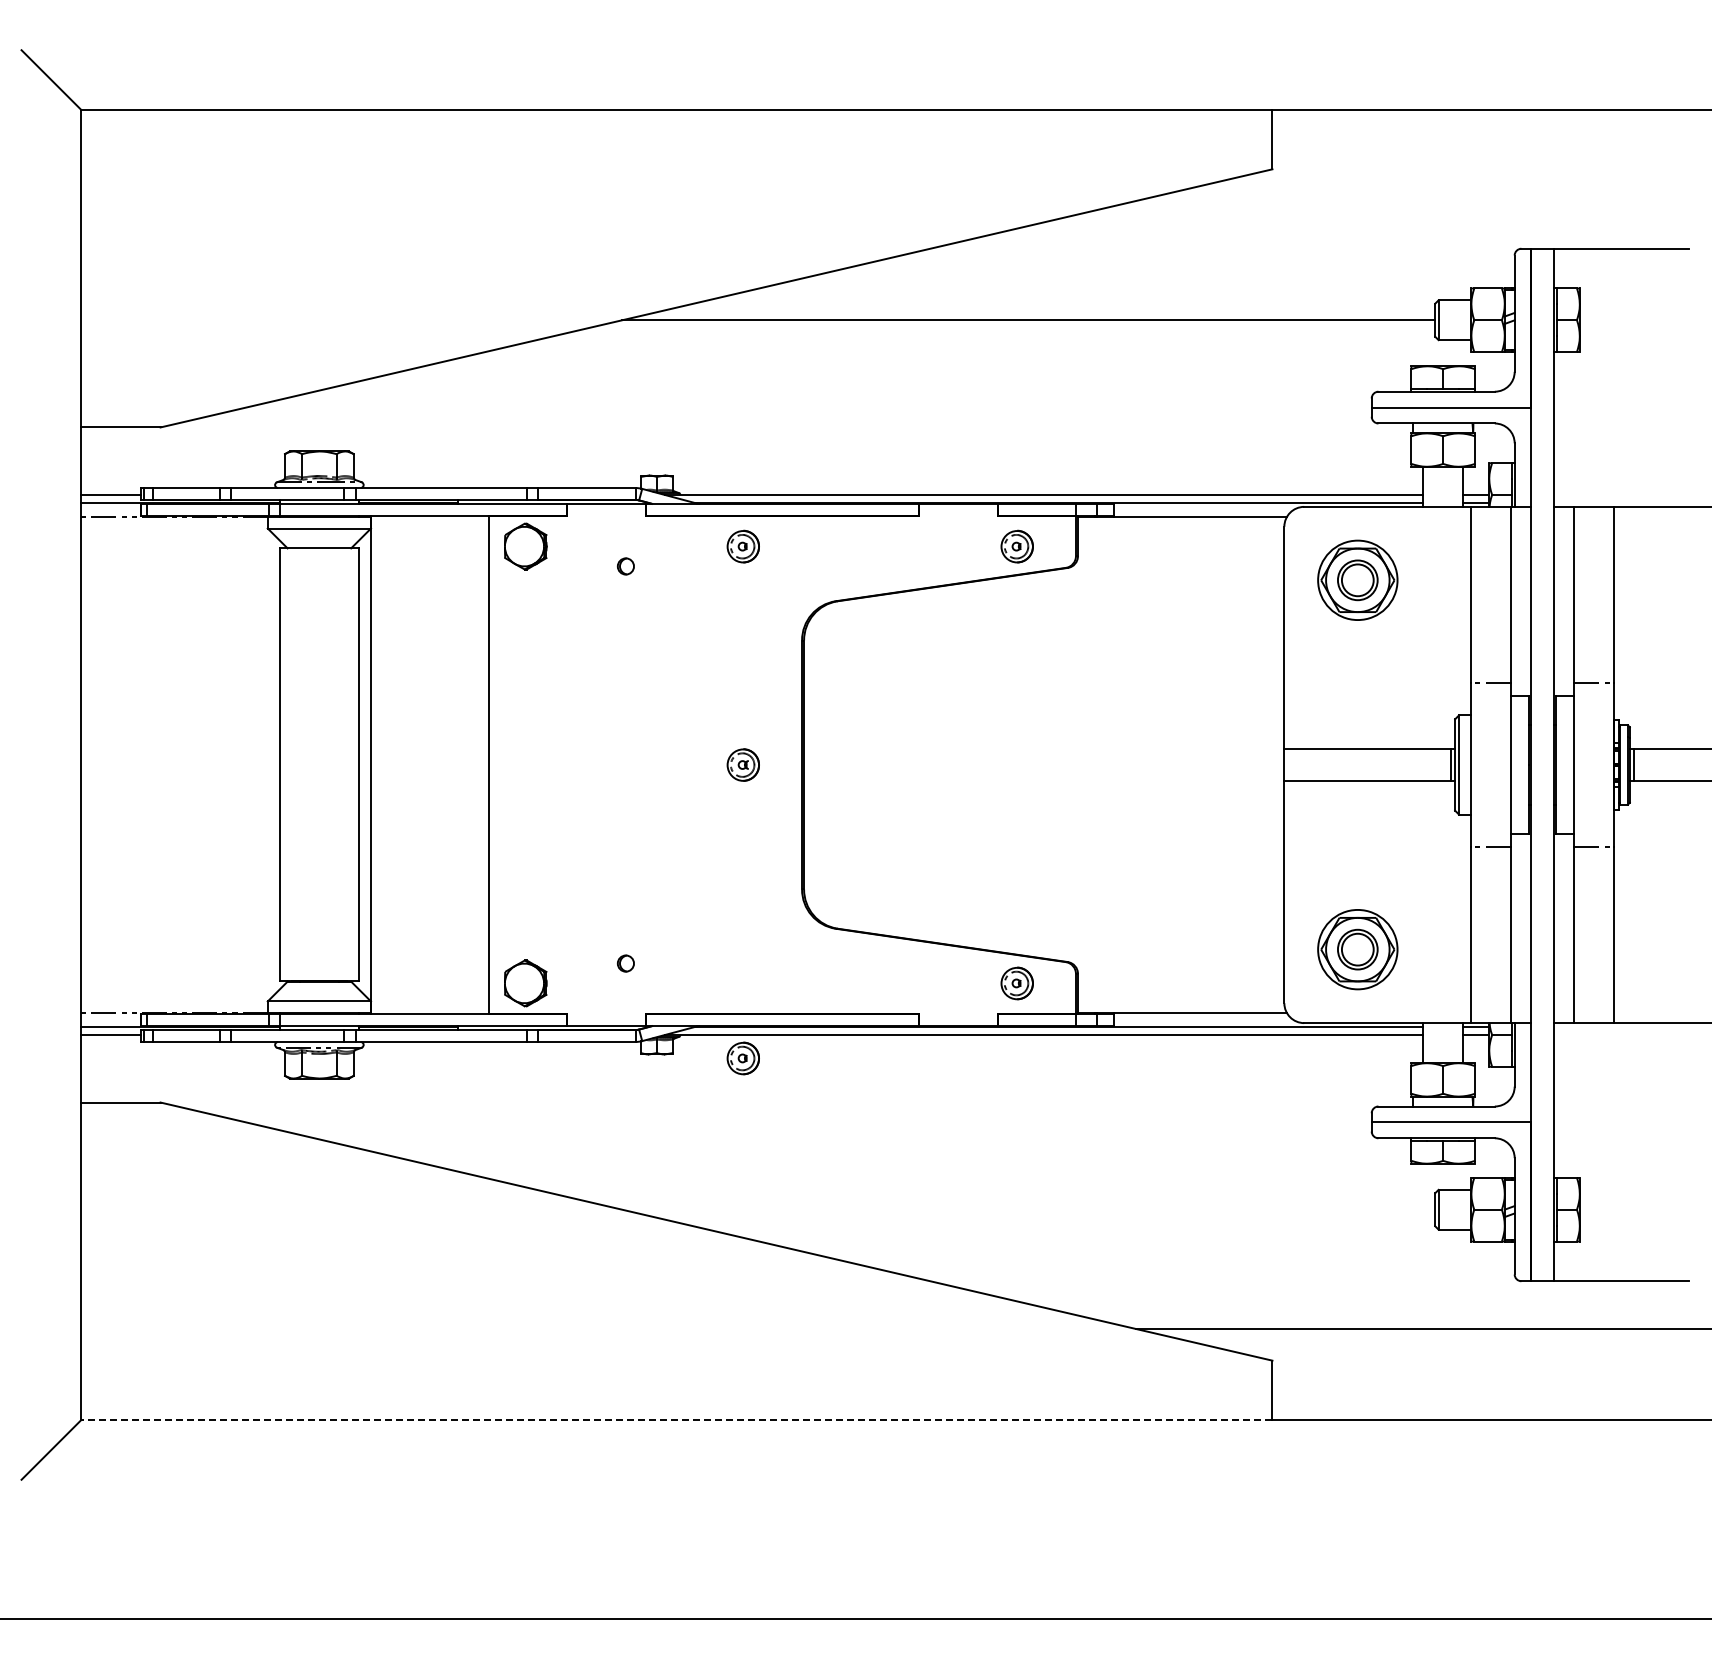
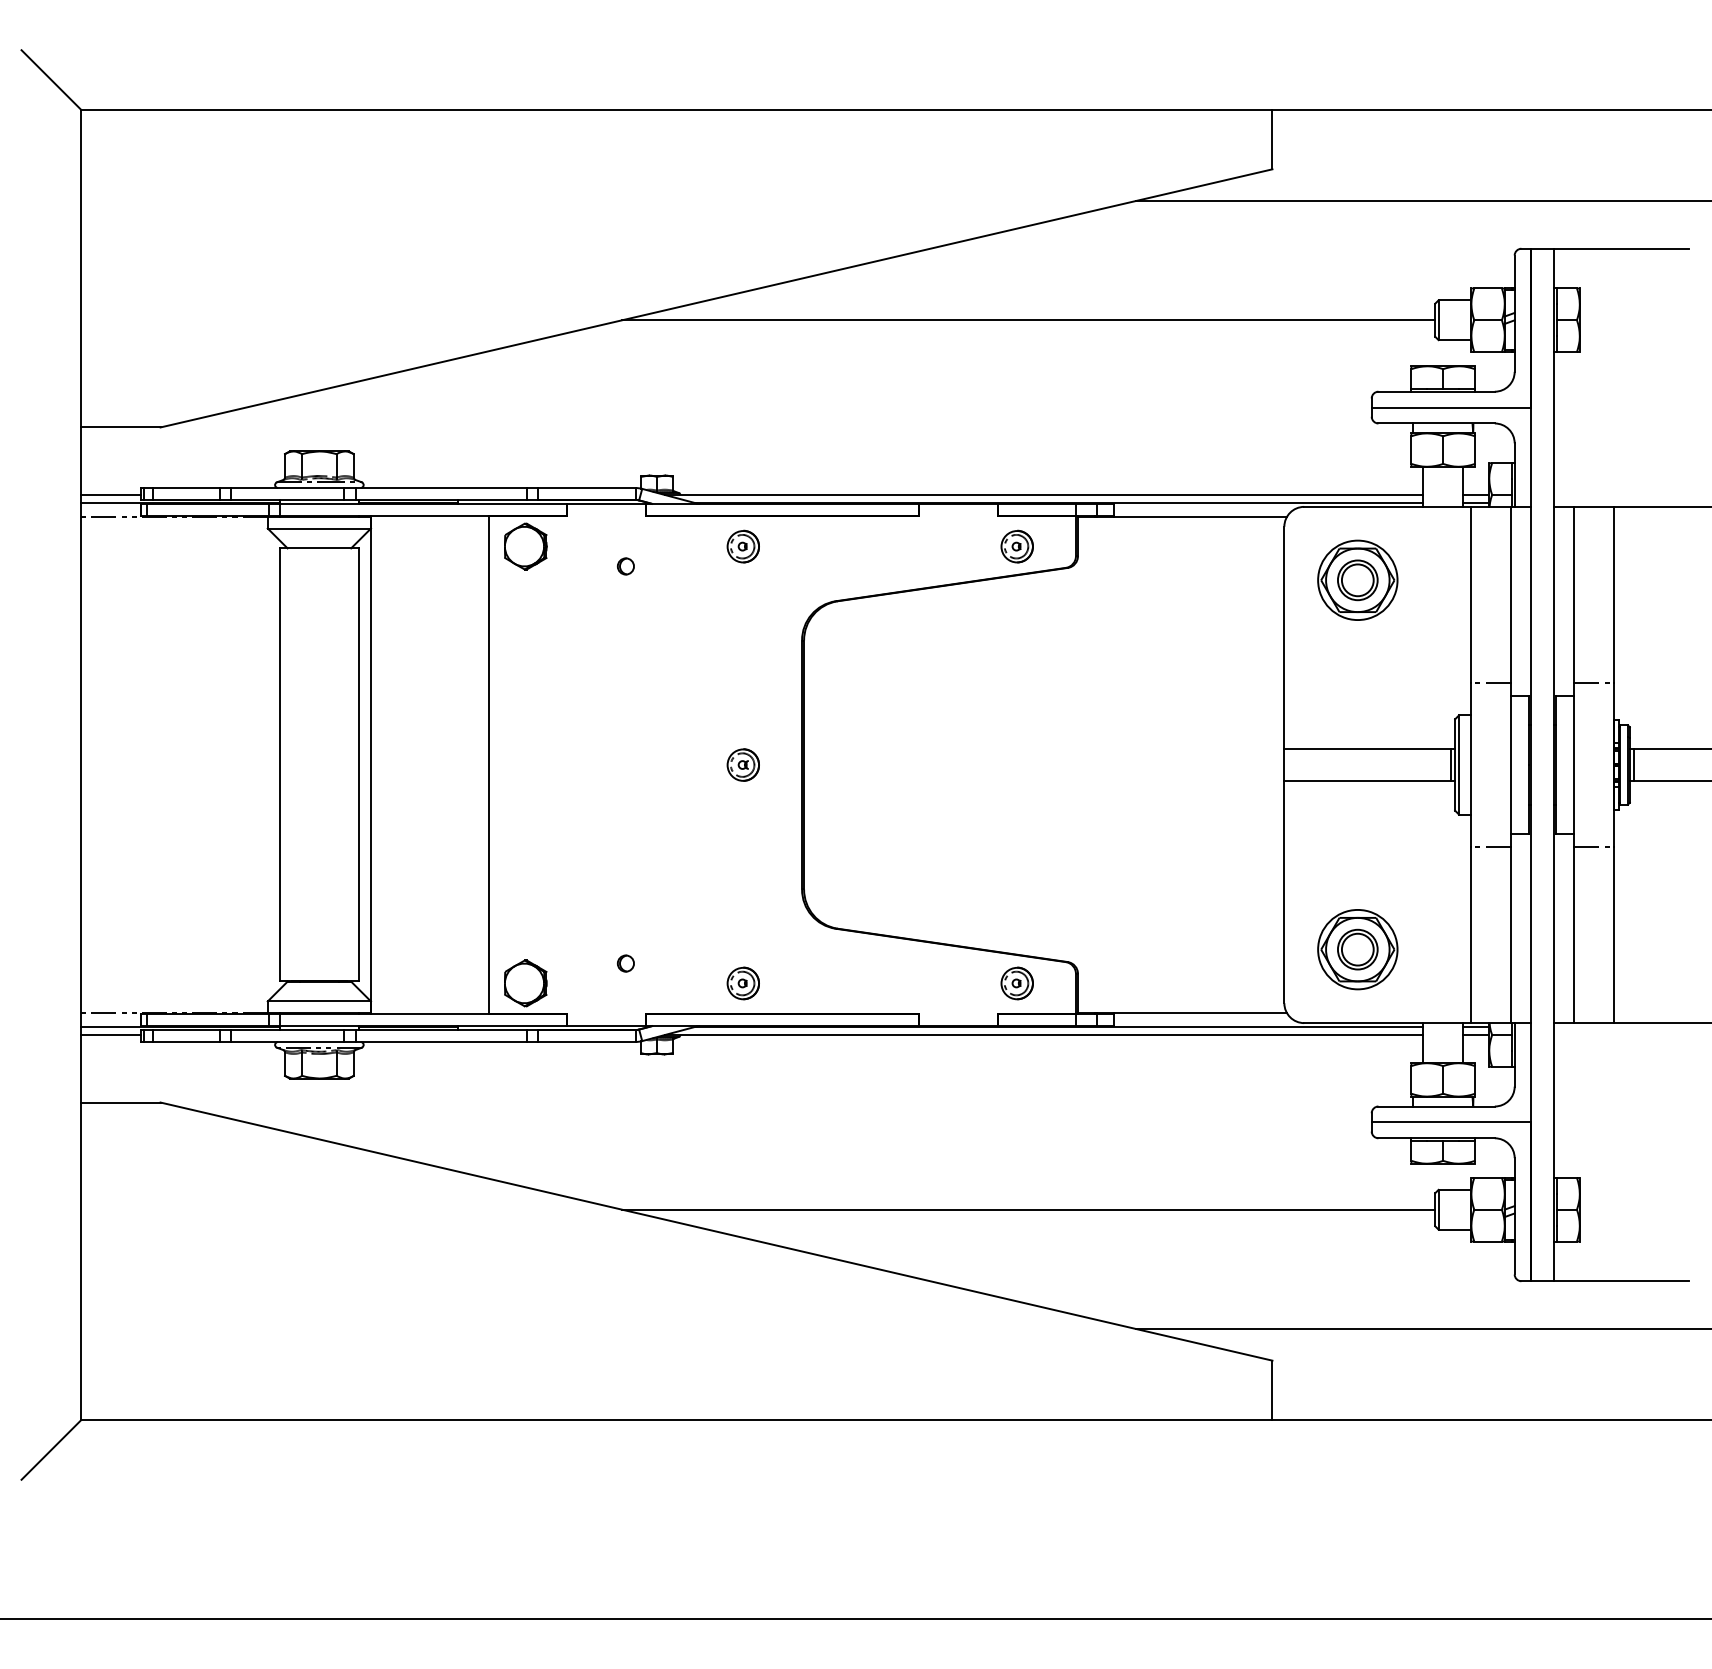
line at (1421, 201): none -> present
part at (742, 1058) position: (742, 1058) -> (742, 983)
line at (1028, 1209): none -> present
line at (676, 1420): dashed -> solid
